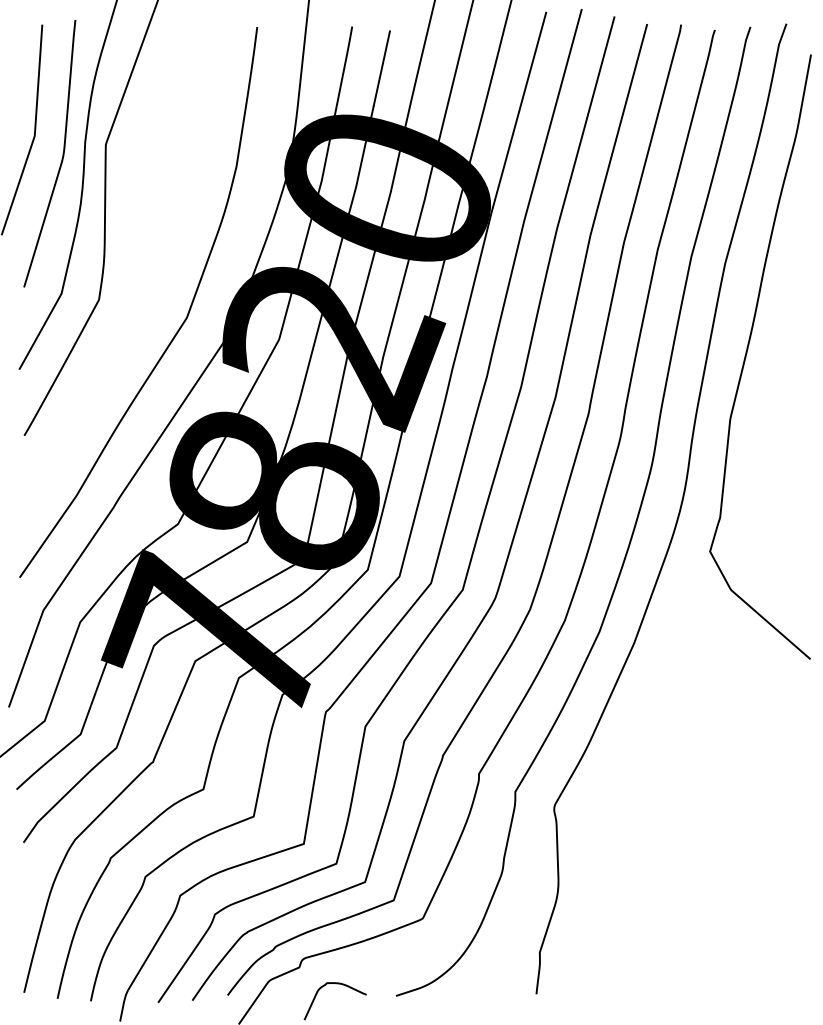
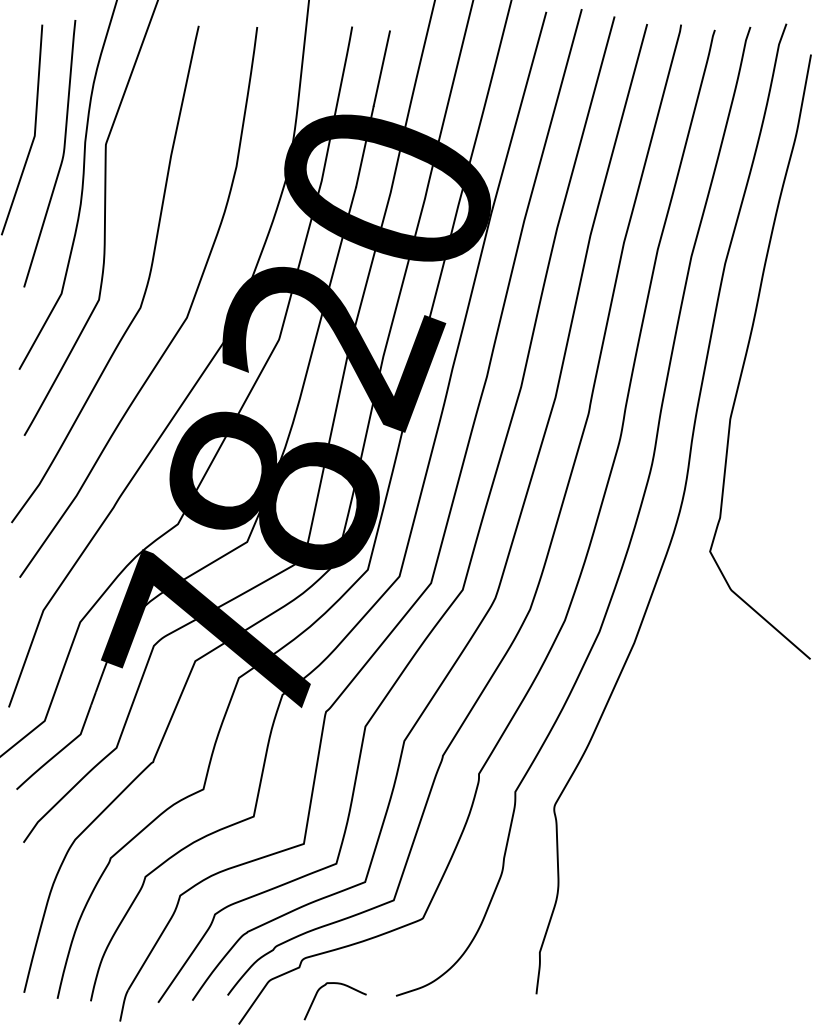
curve at (146, 283): none -> present
